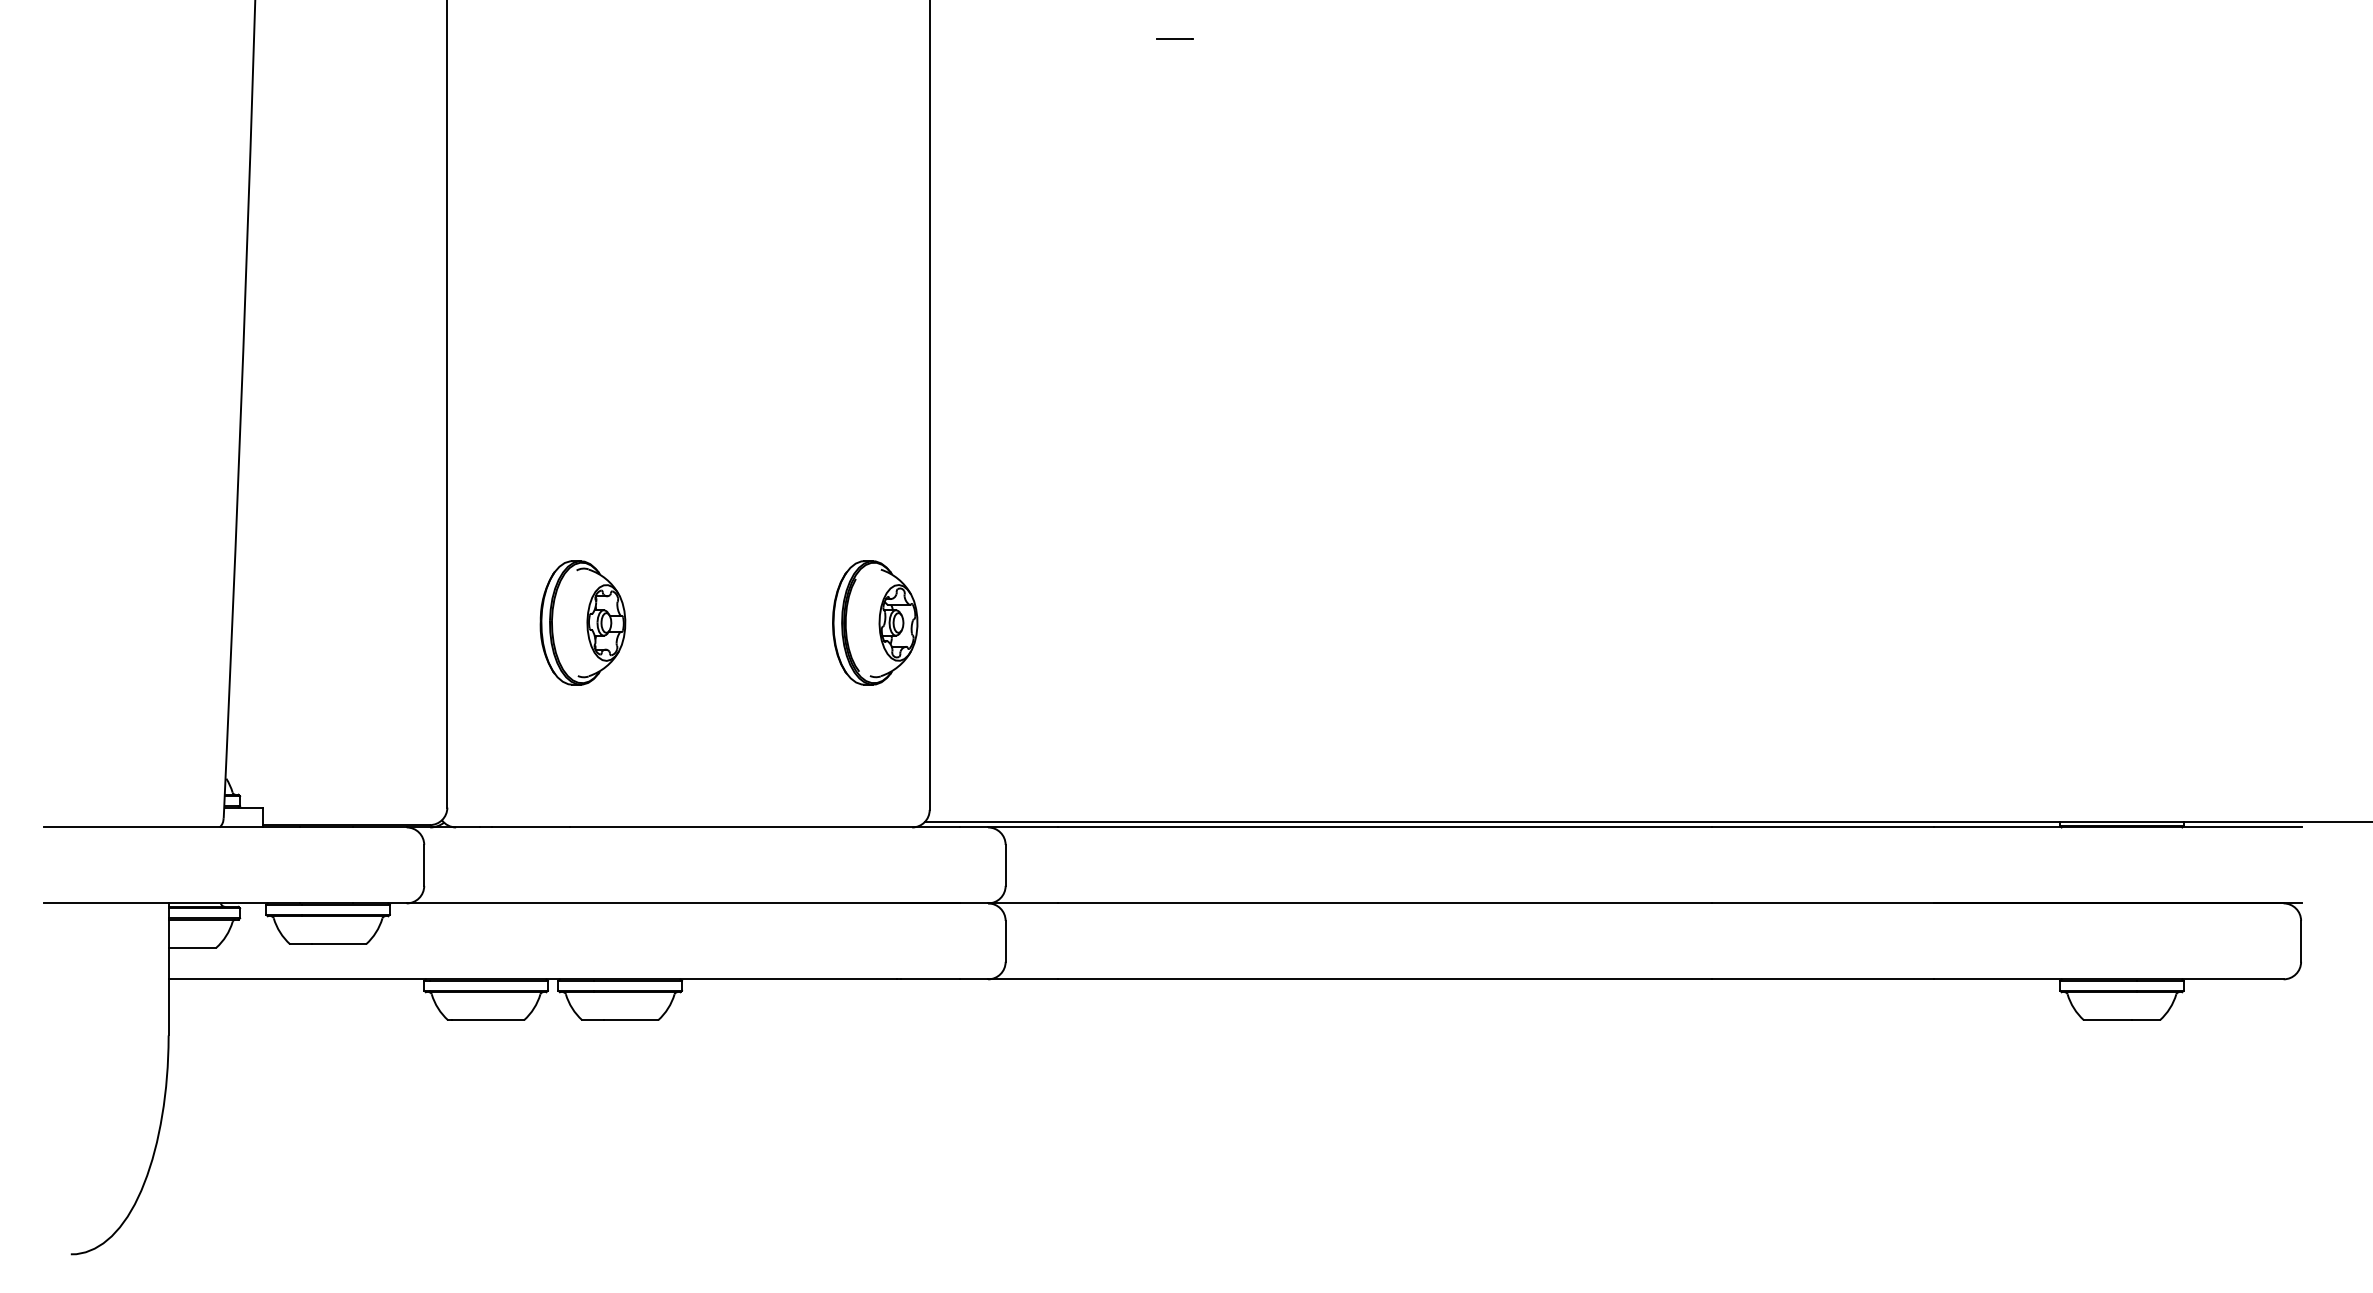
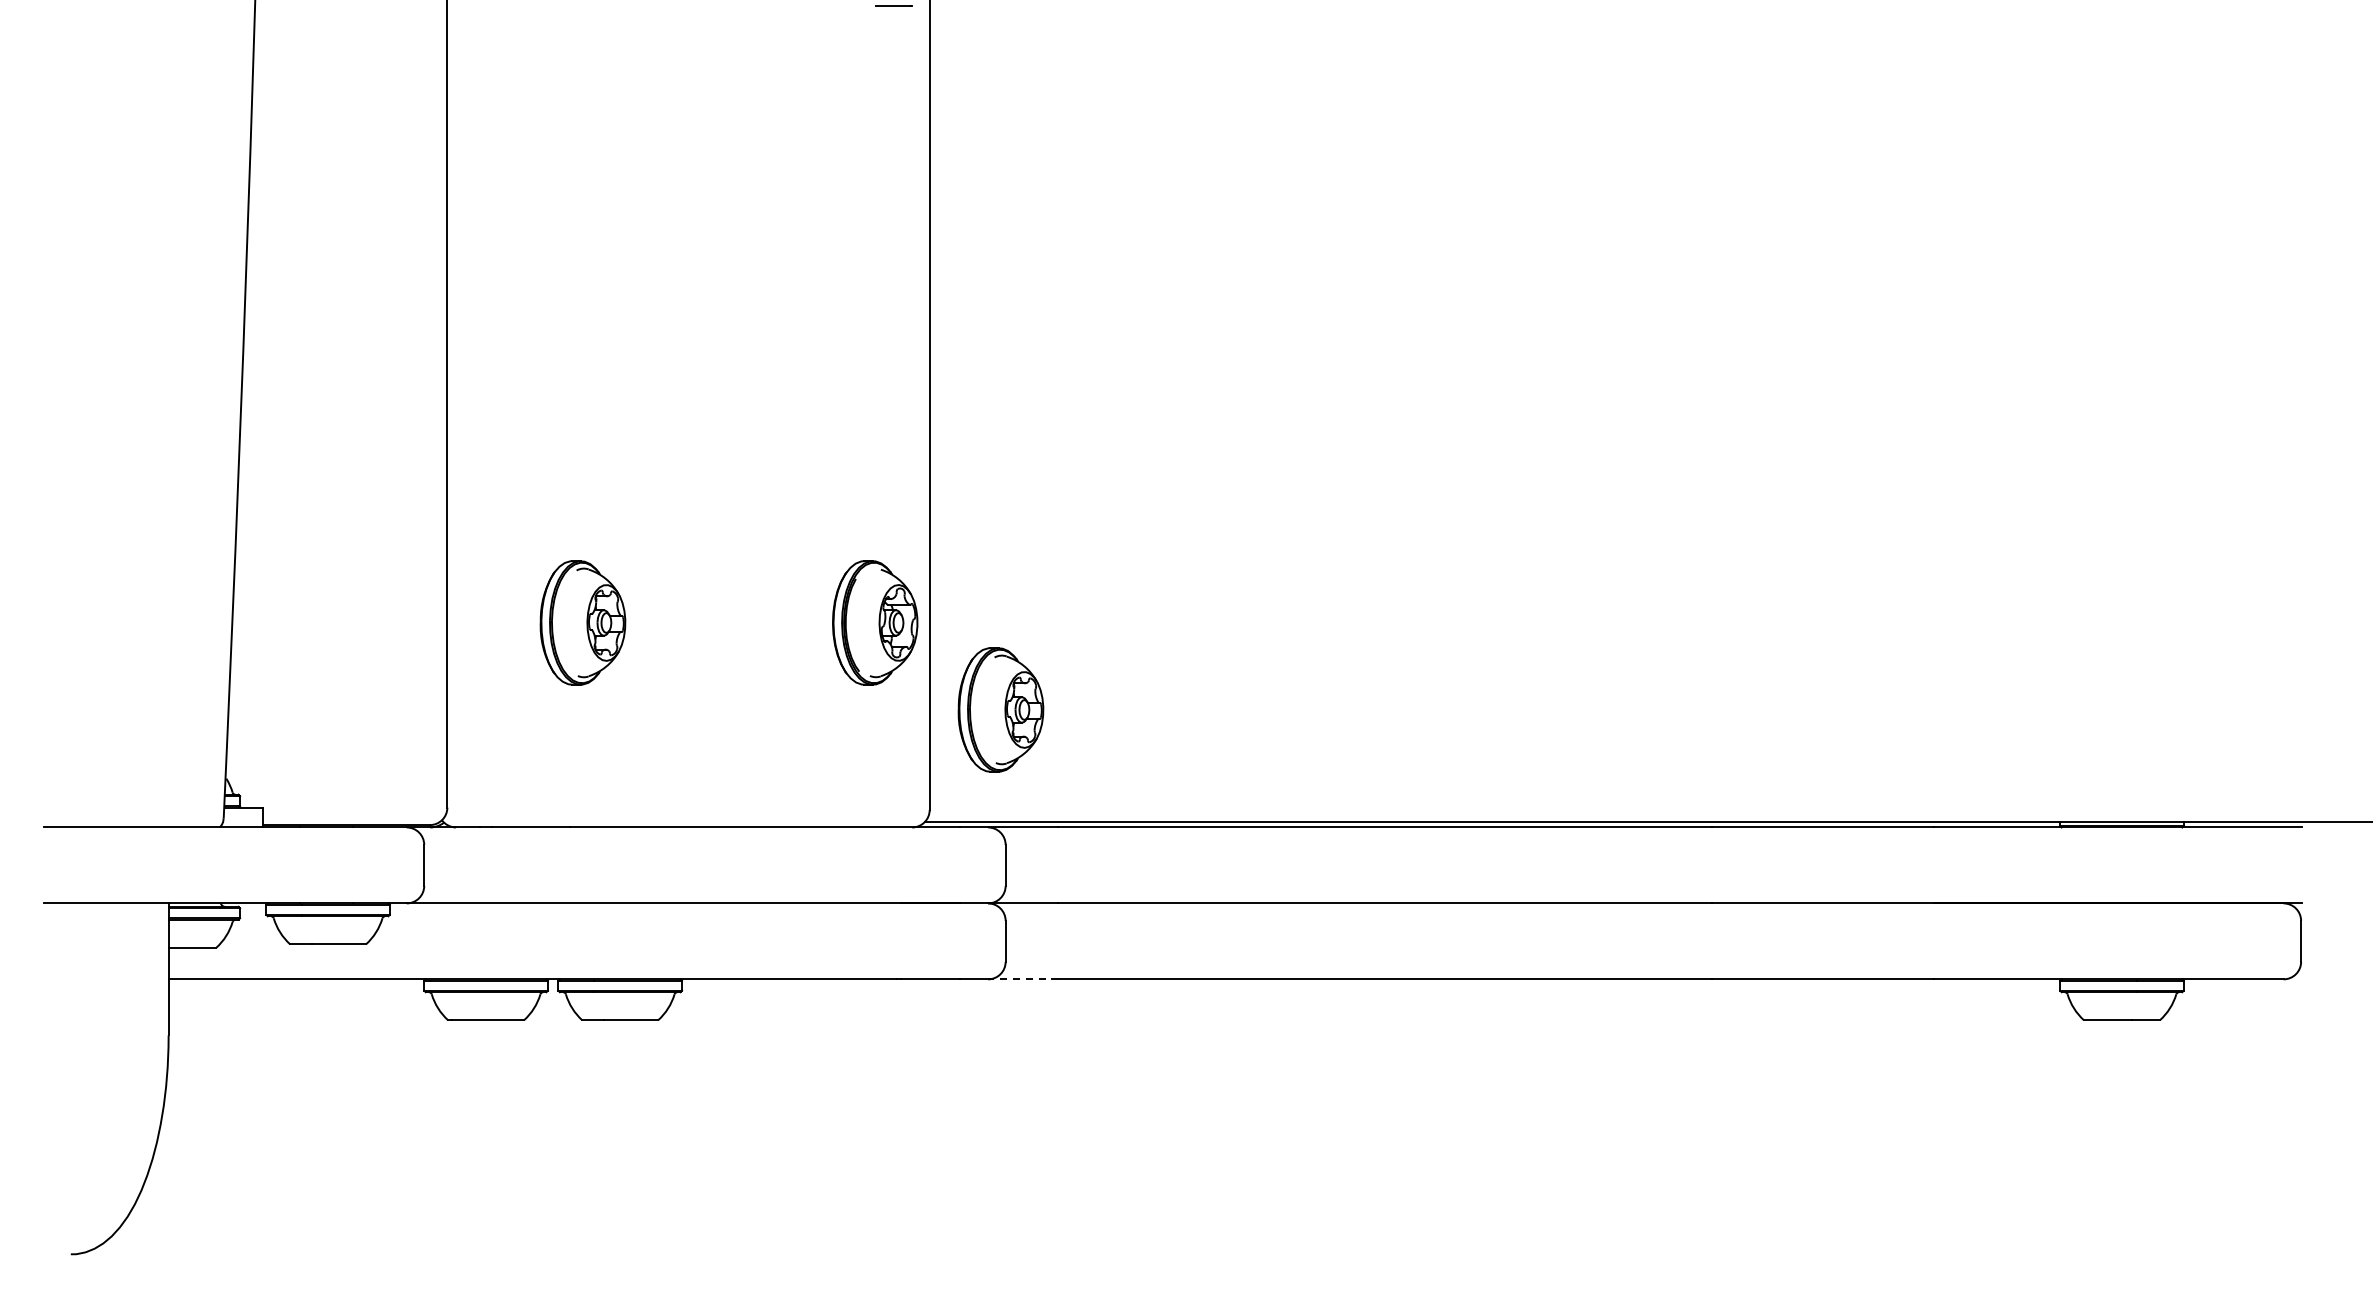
line at (1174, 38) position: (1174, 38) -> (893, 5)
part at (1000, 709): none -> present
line at (1022, 979): solid -> dashed
